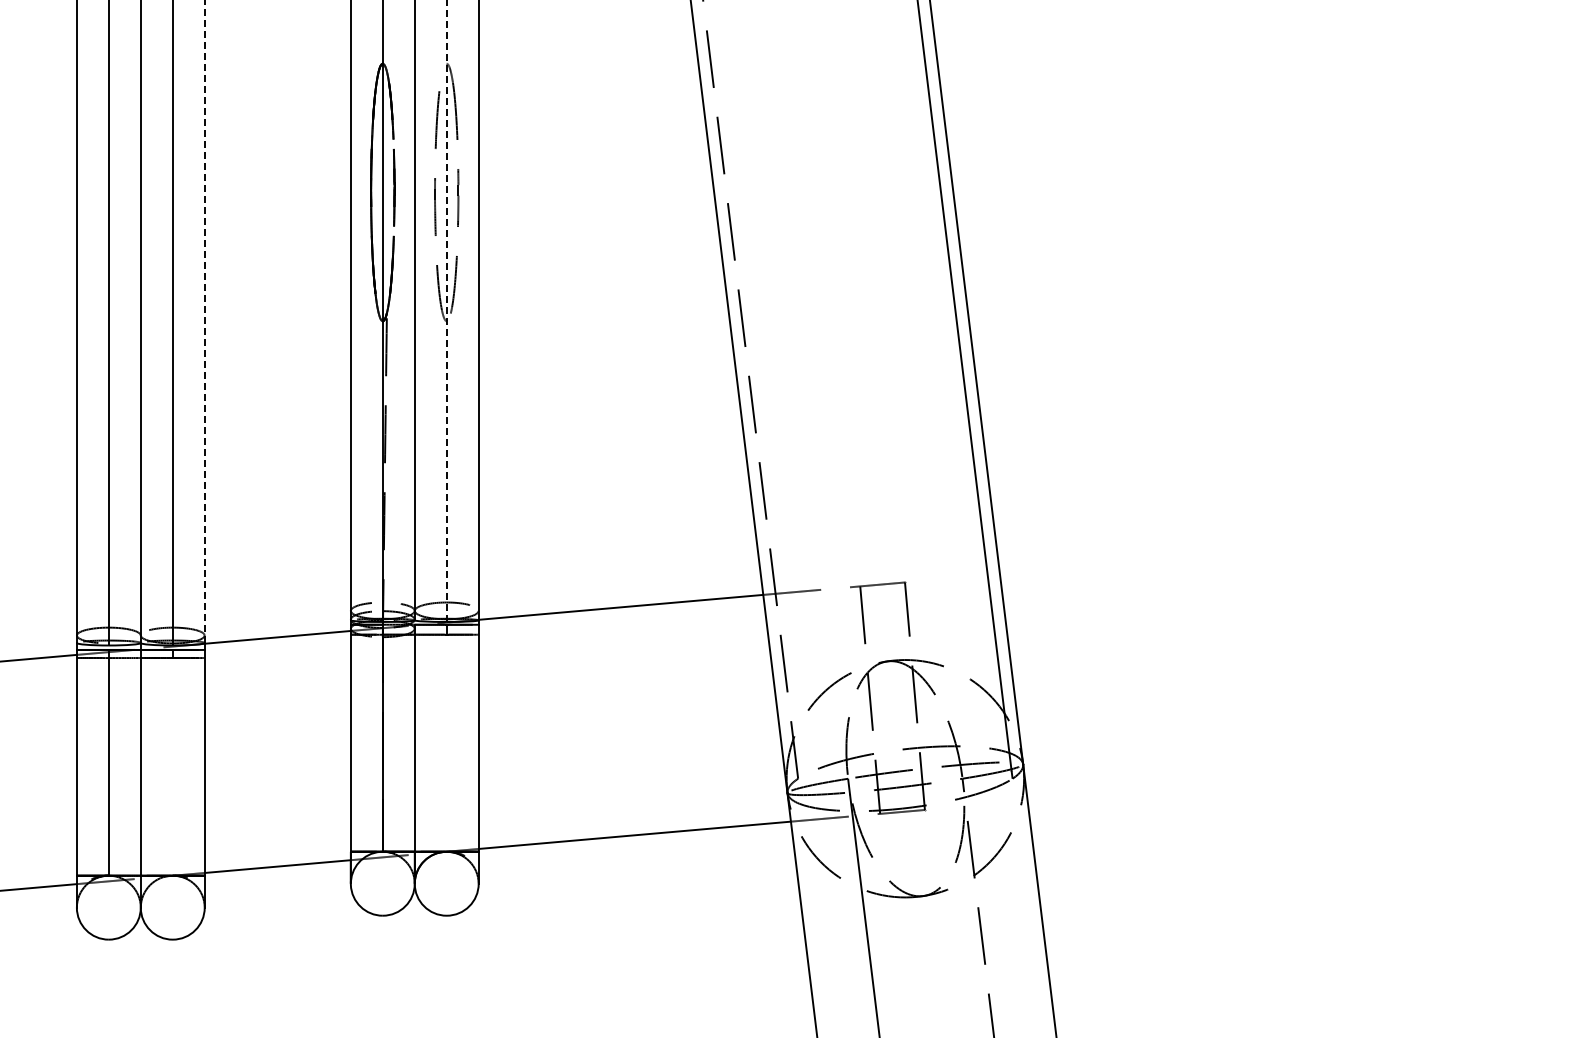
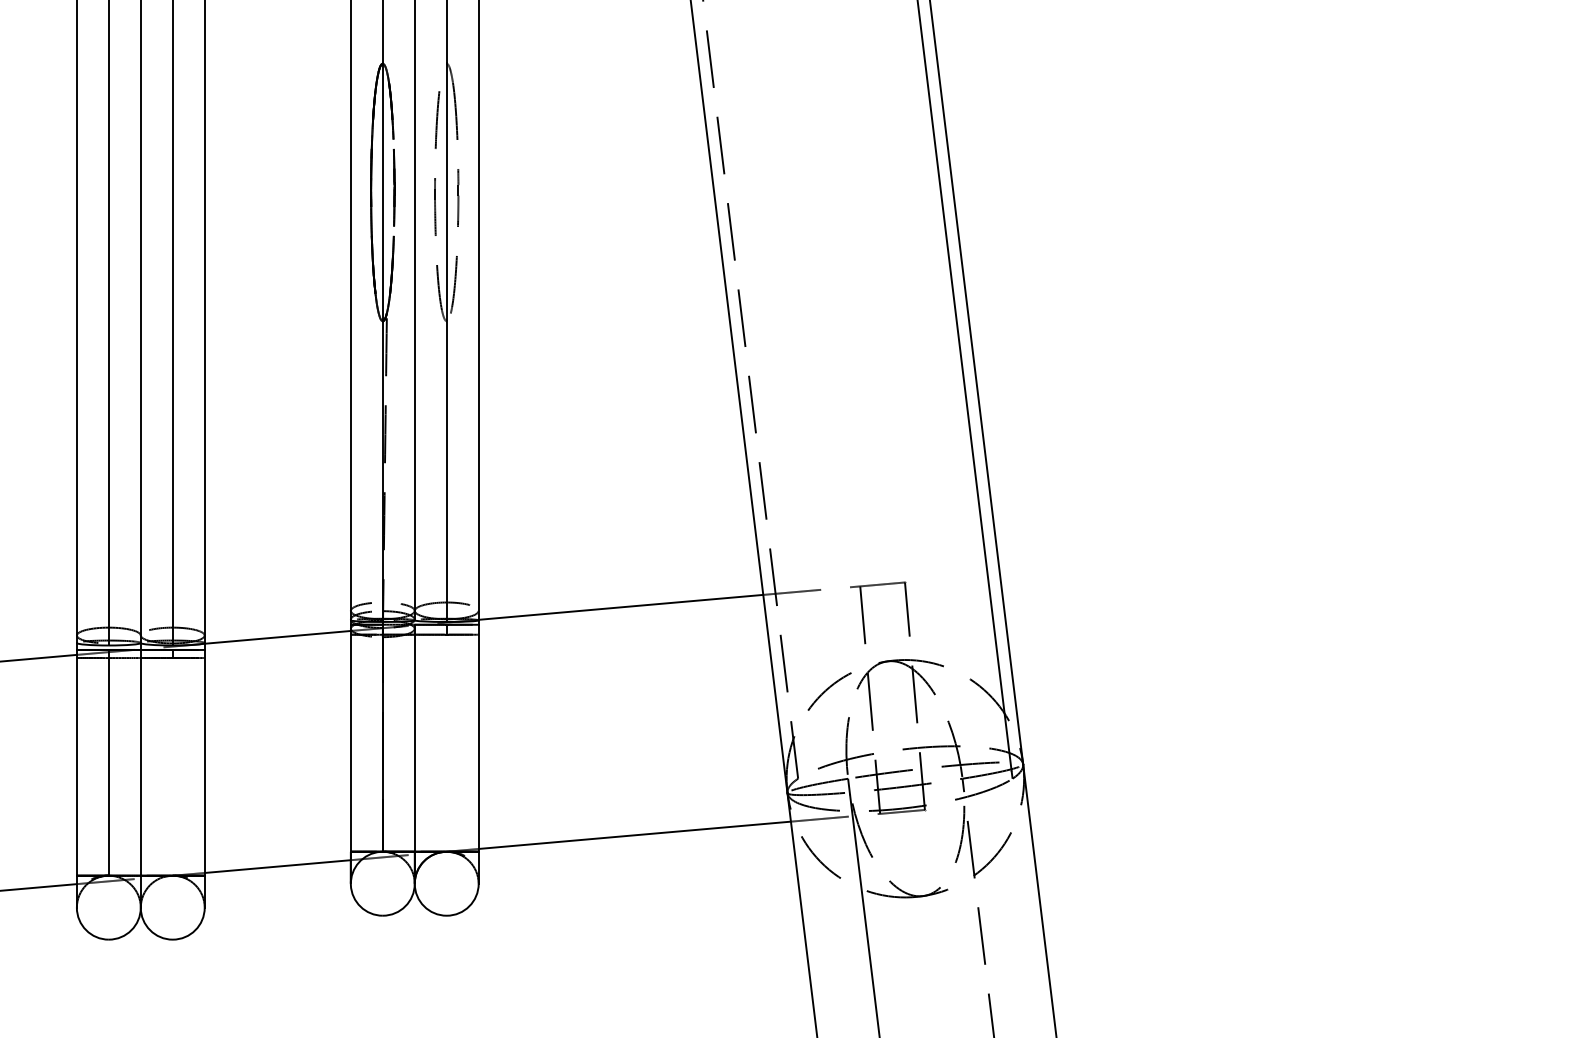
line at (446, 311): dashed -> solid
line at (204, 321): dashed -> solid
